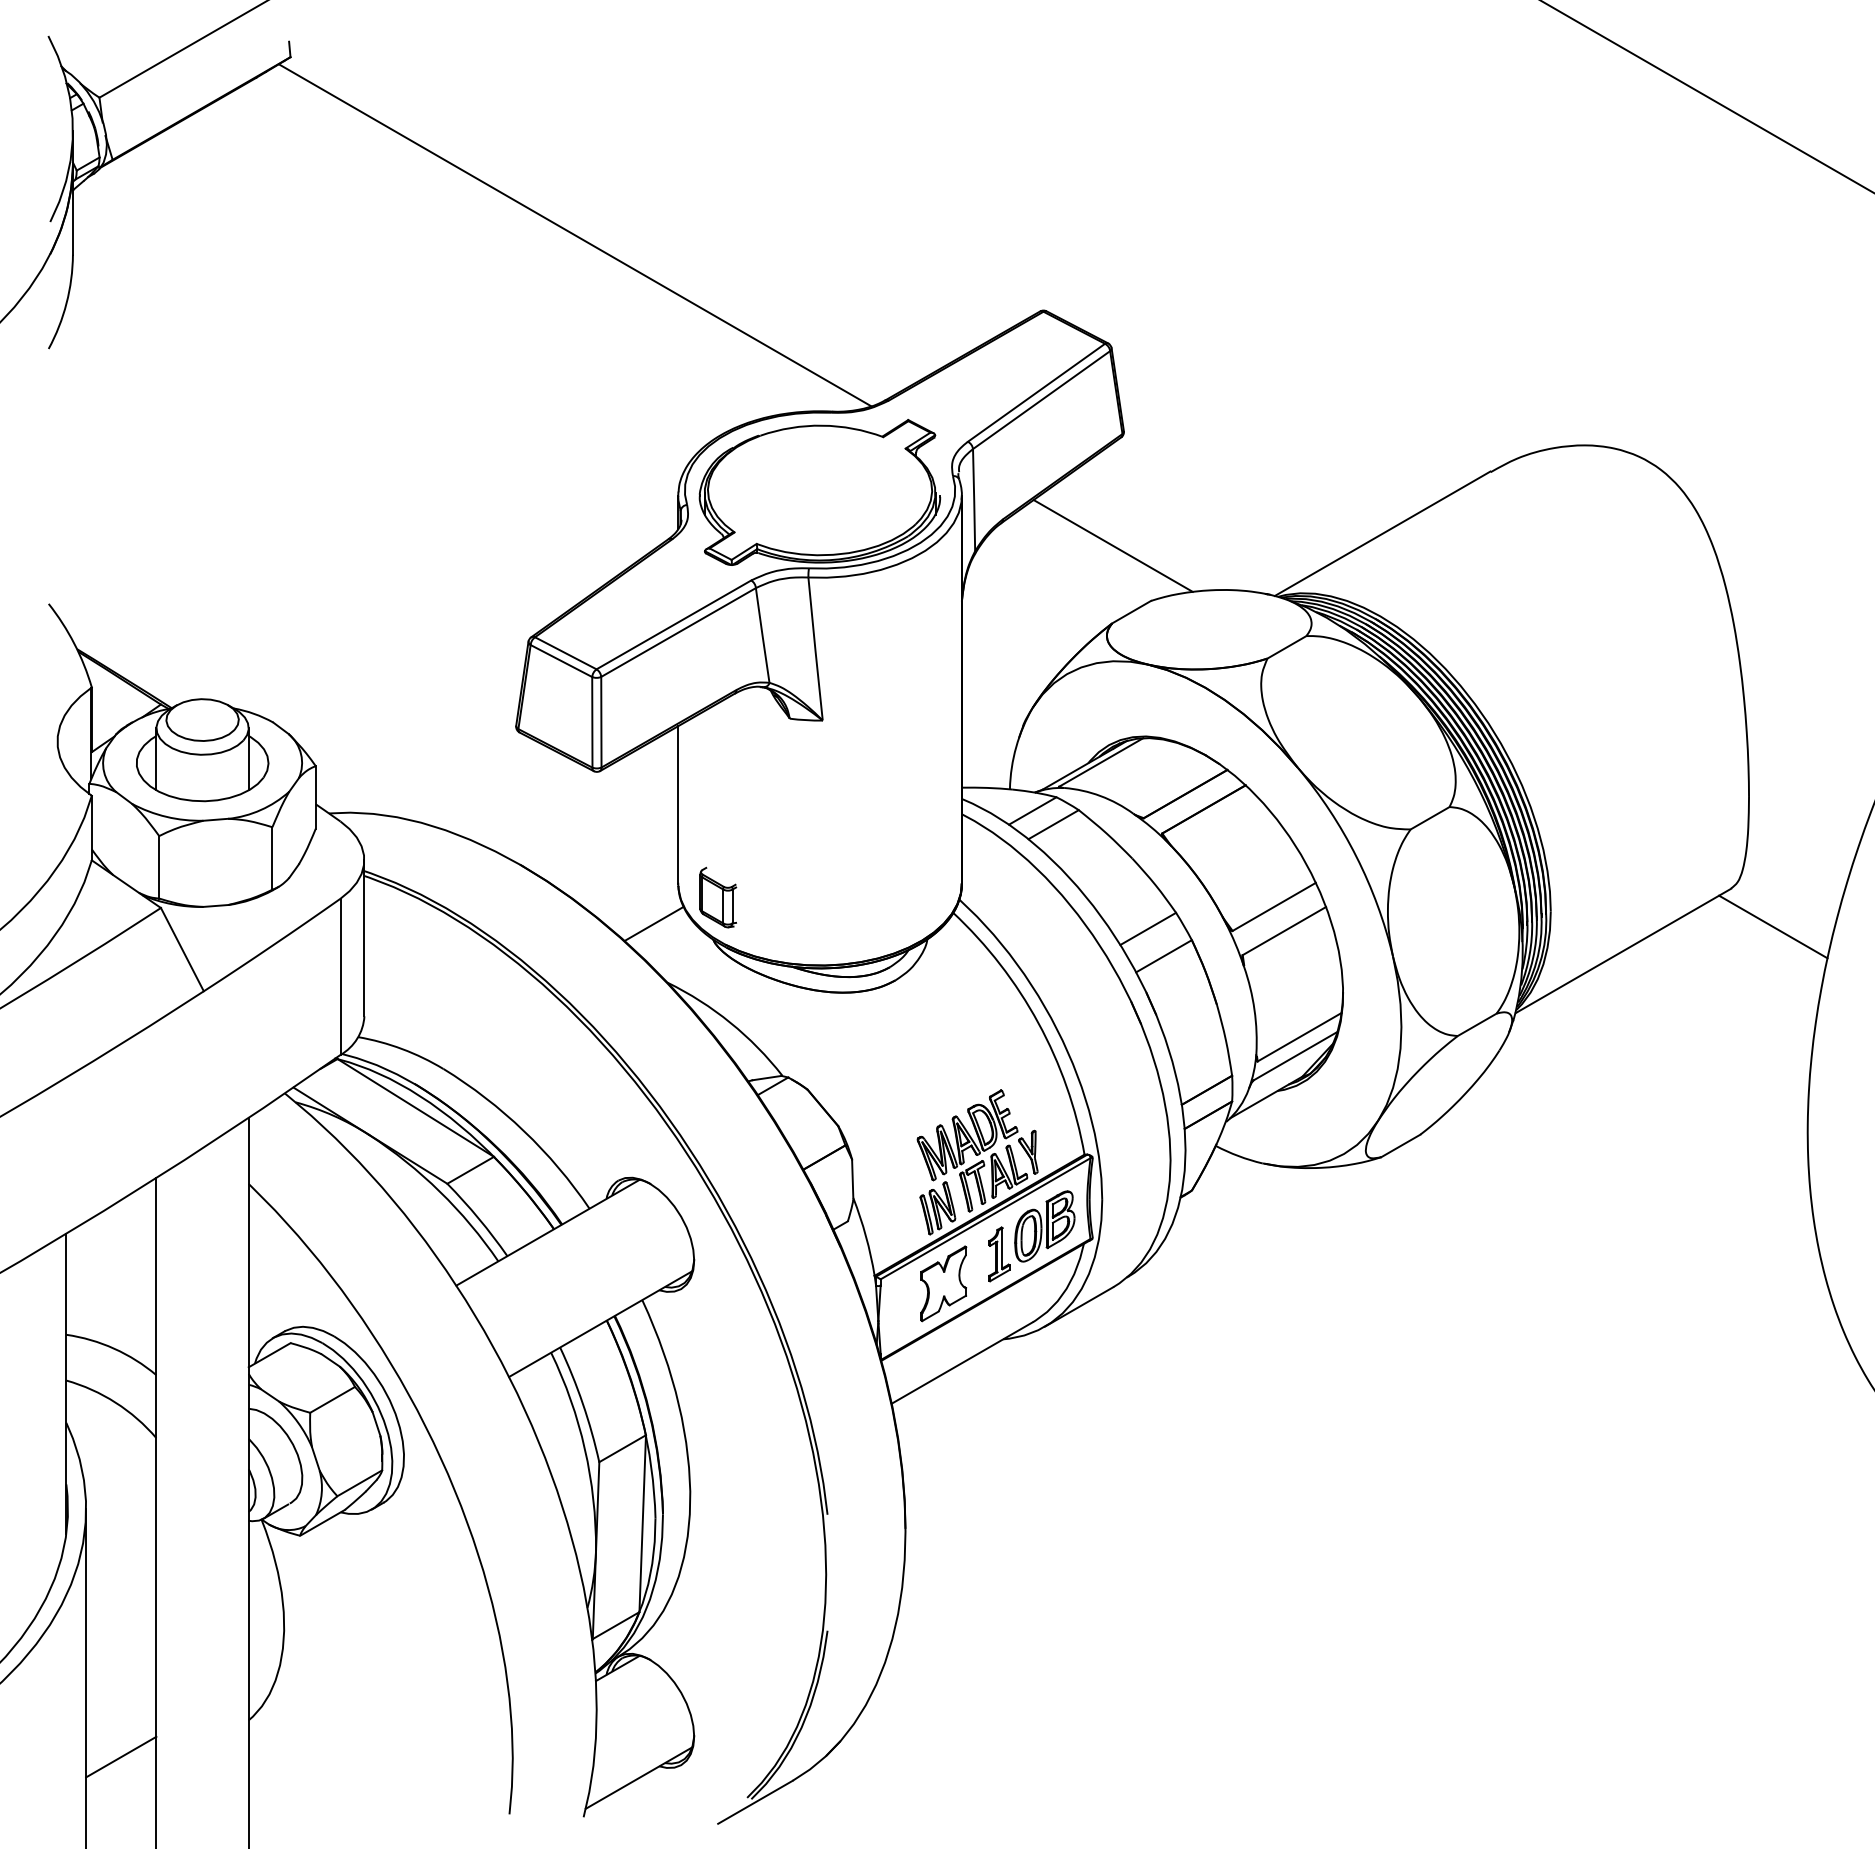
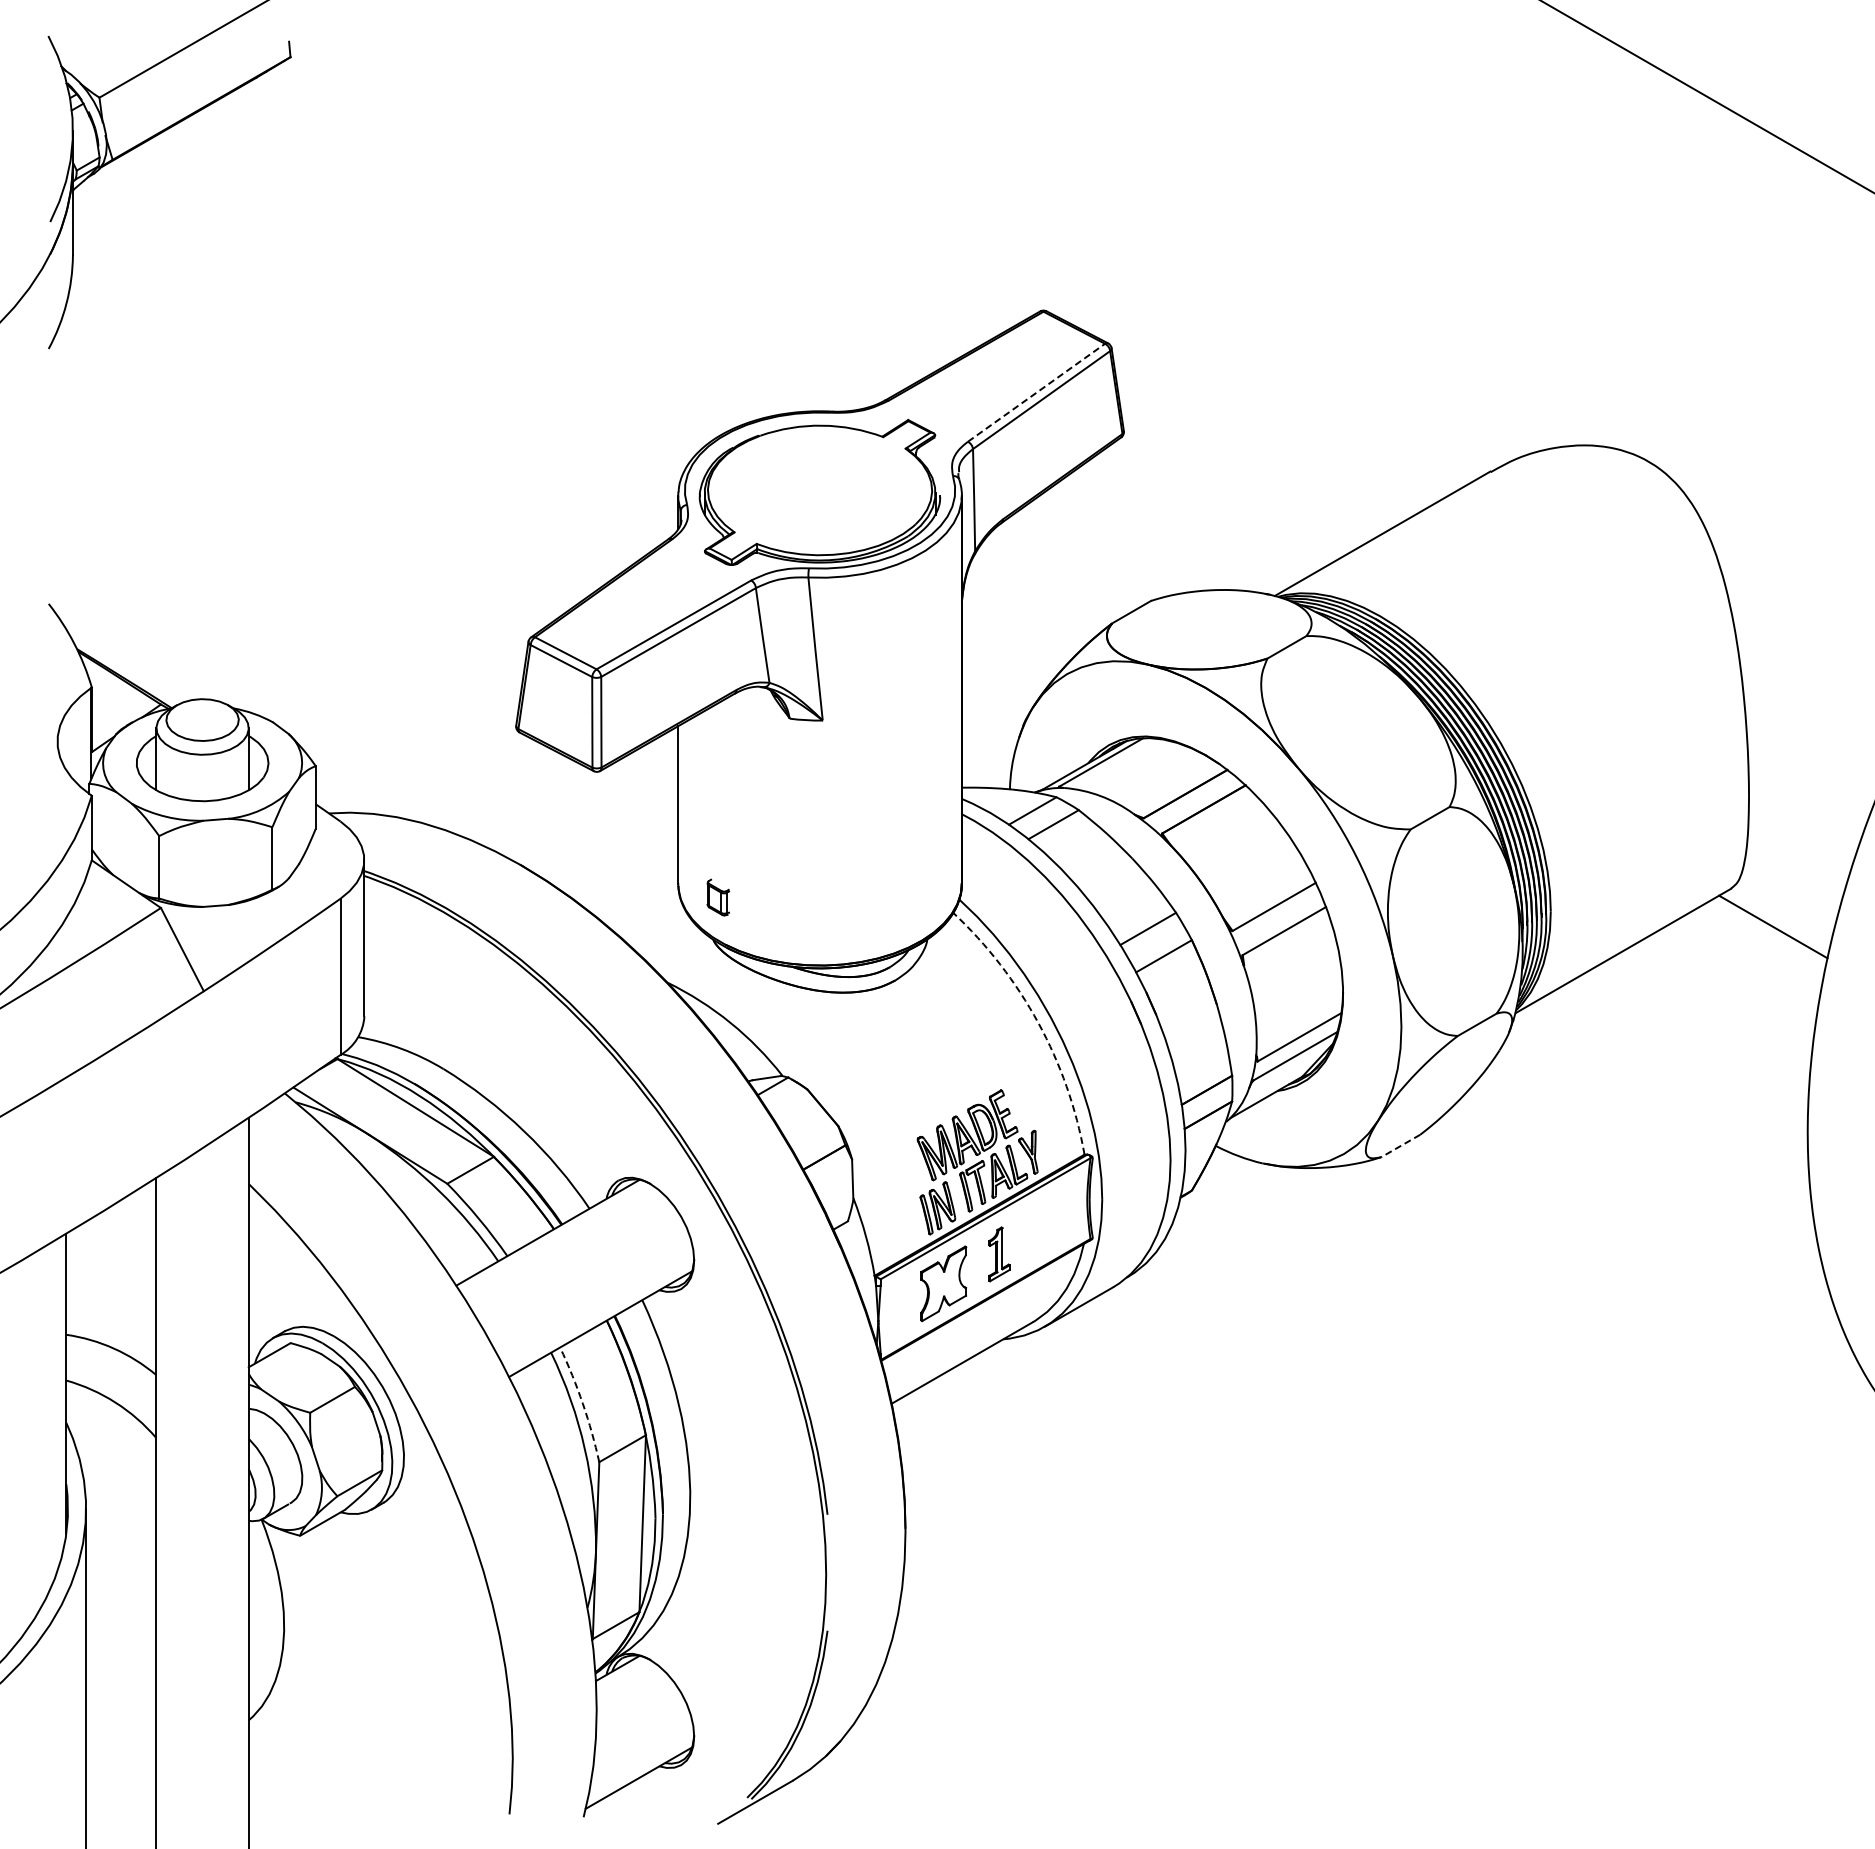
line at (574, 235): present -> none
line at (1036, 392): solid -> dashed
line at (1112, 545): present -> none
part at (718, 897) size: 39x63 px -> 25x39 px
line at (653, 923): present -> none
arc at (1038, 1022): solid -> dashed
line at (1400, 1146): solid -> dashed
part at (1044, 1226): present -> none
arc at (582, 1403): solid -> dashed
line at (121, 1756): present -> none
